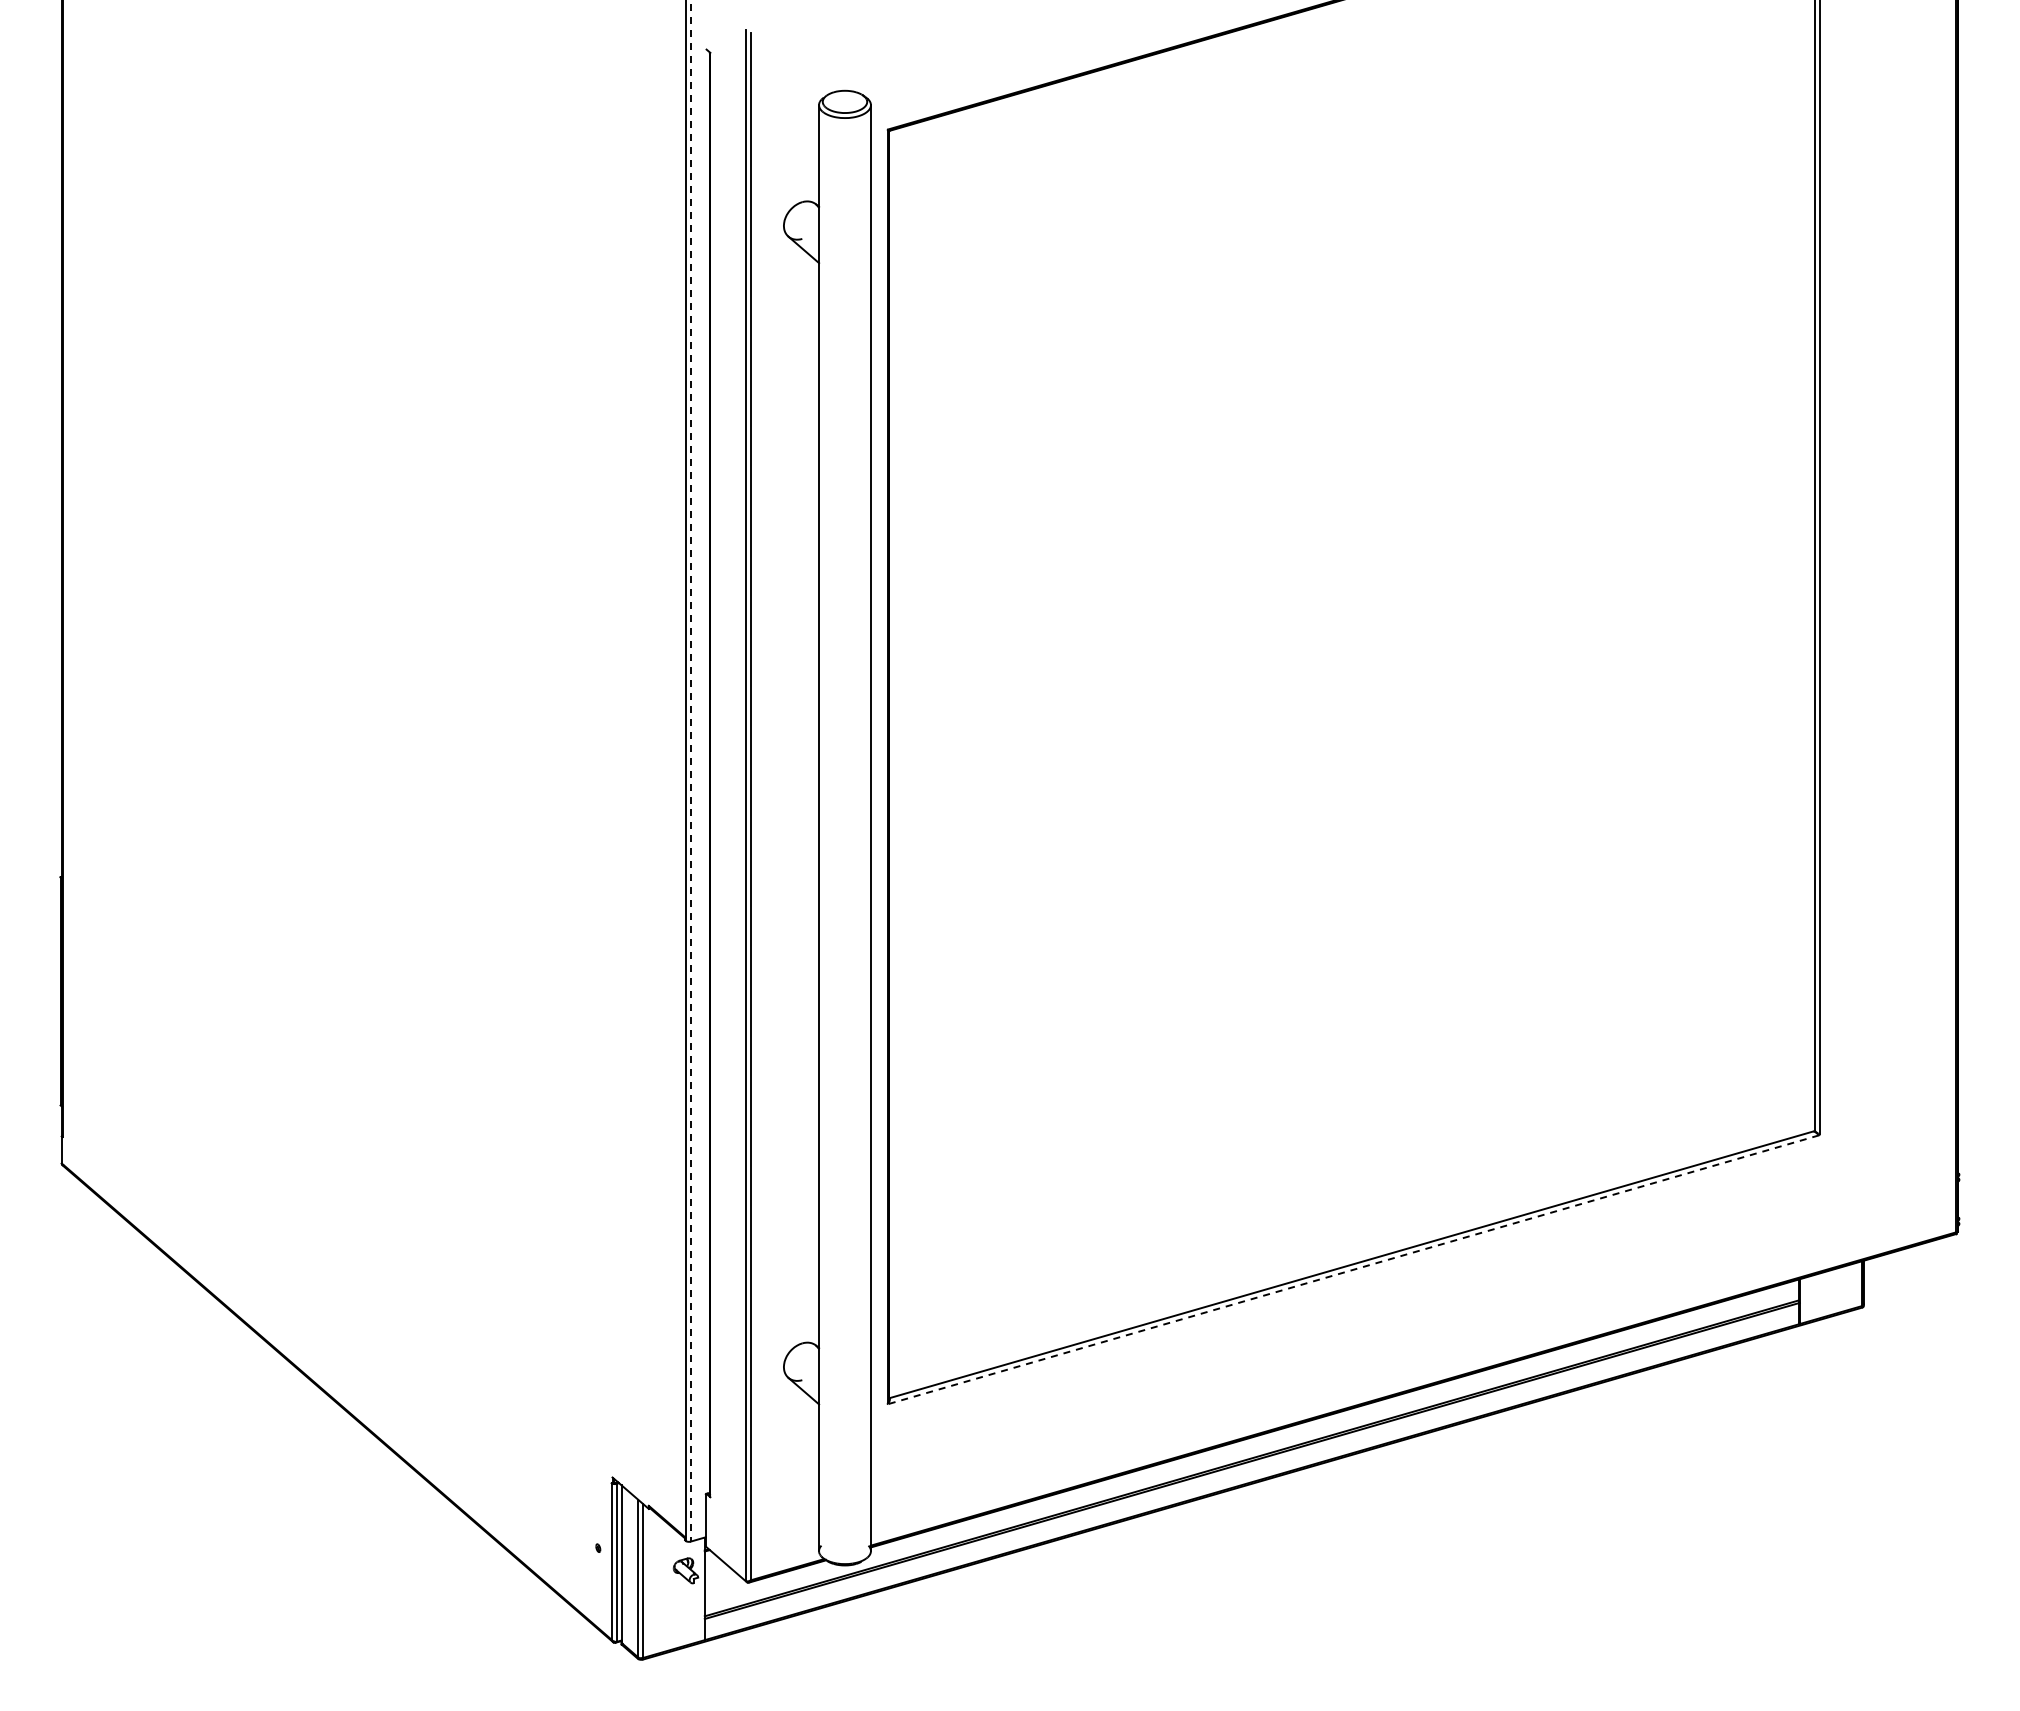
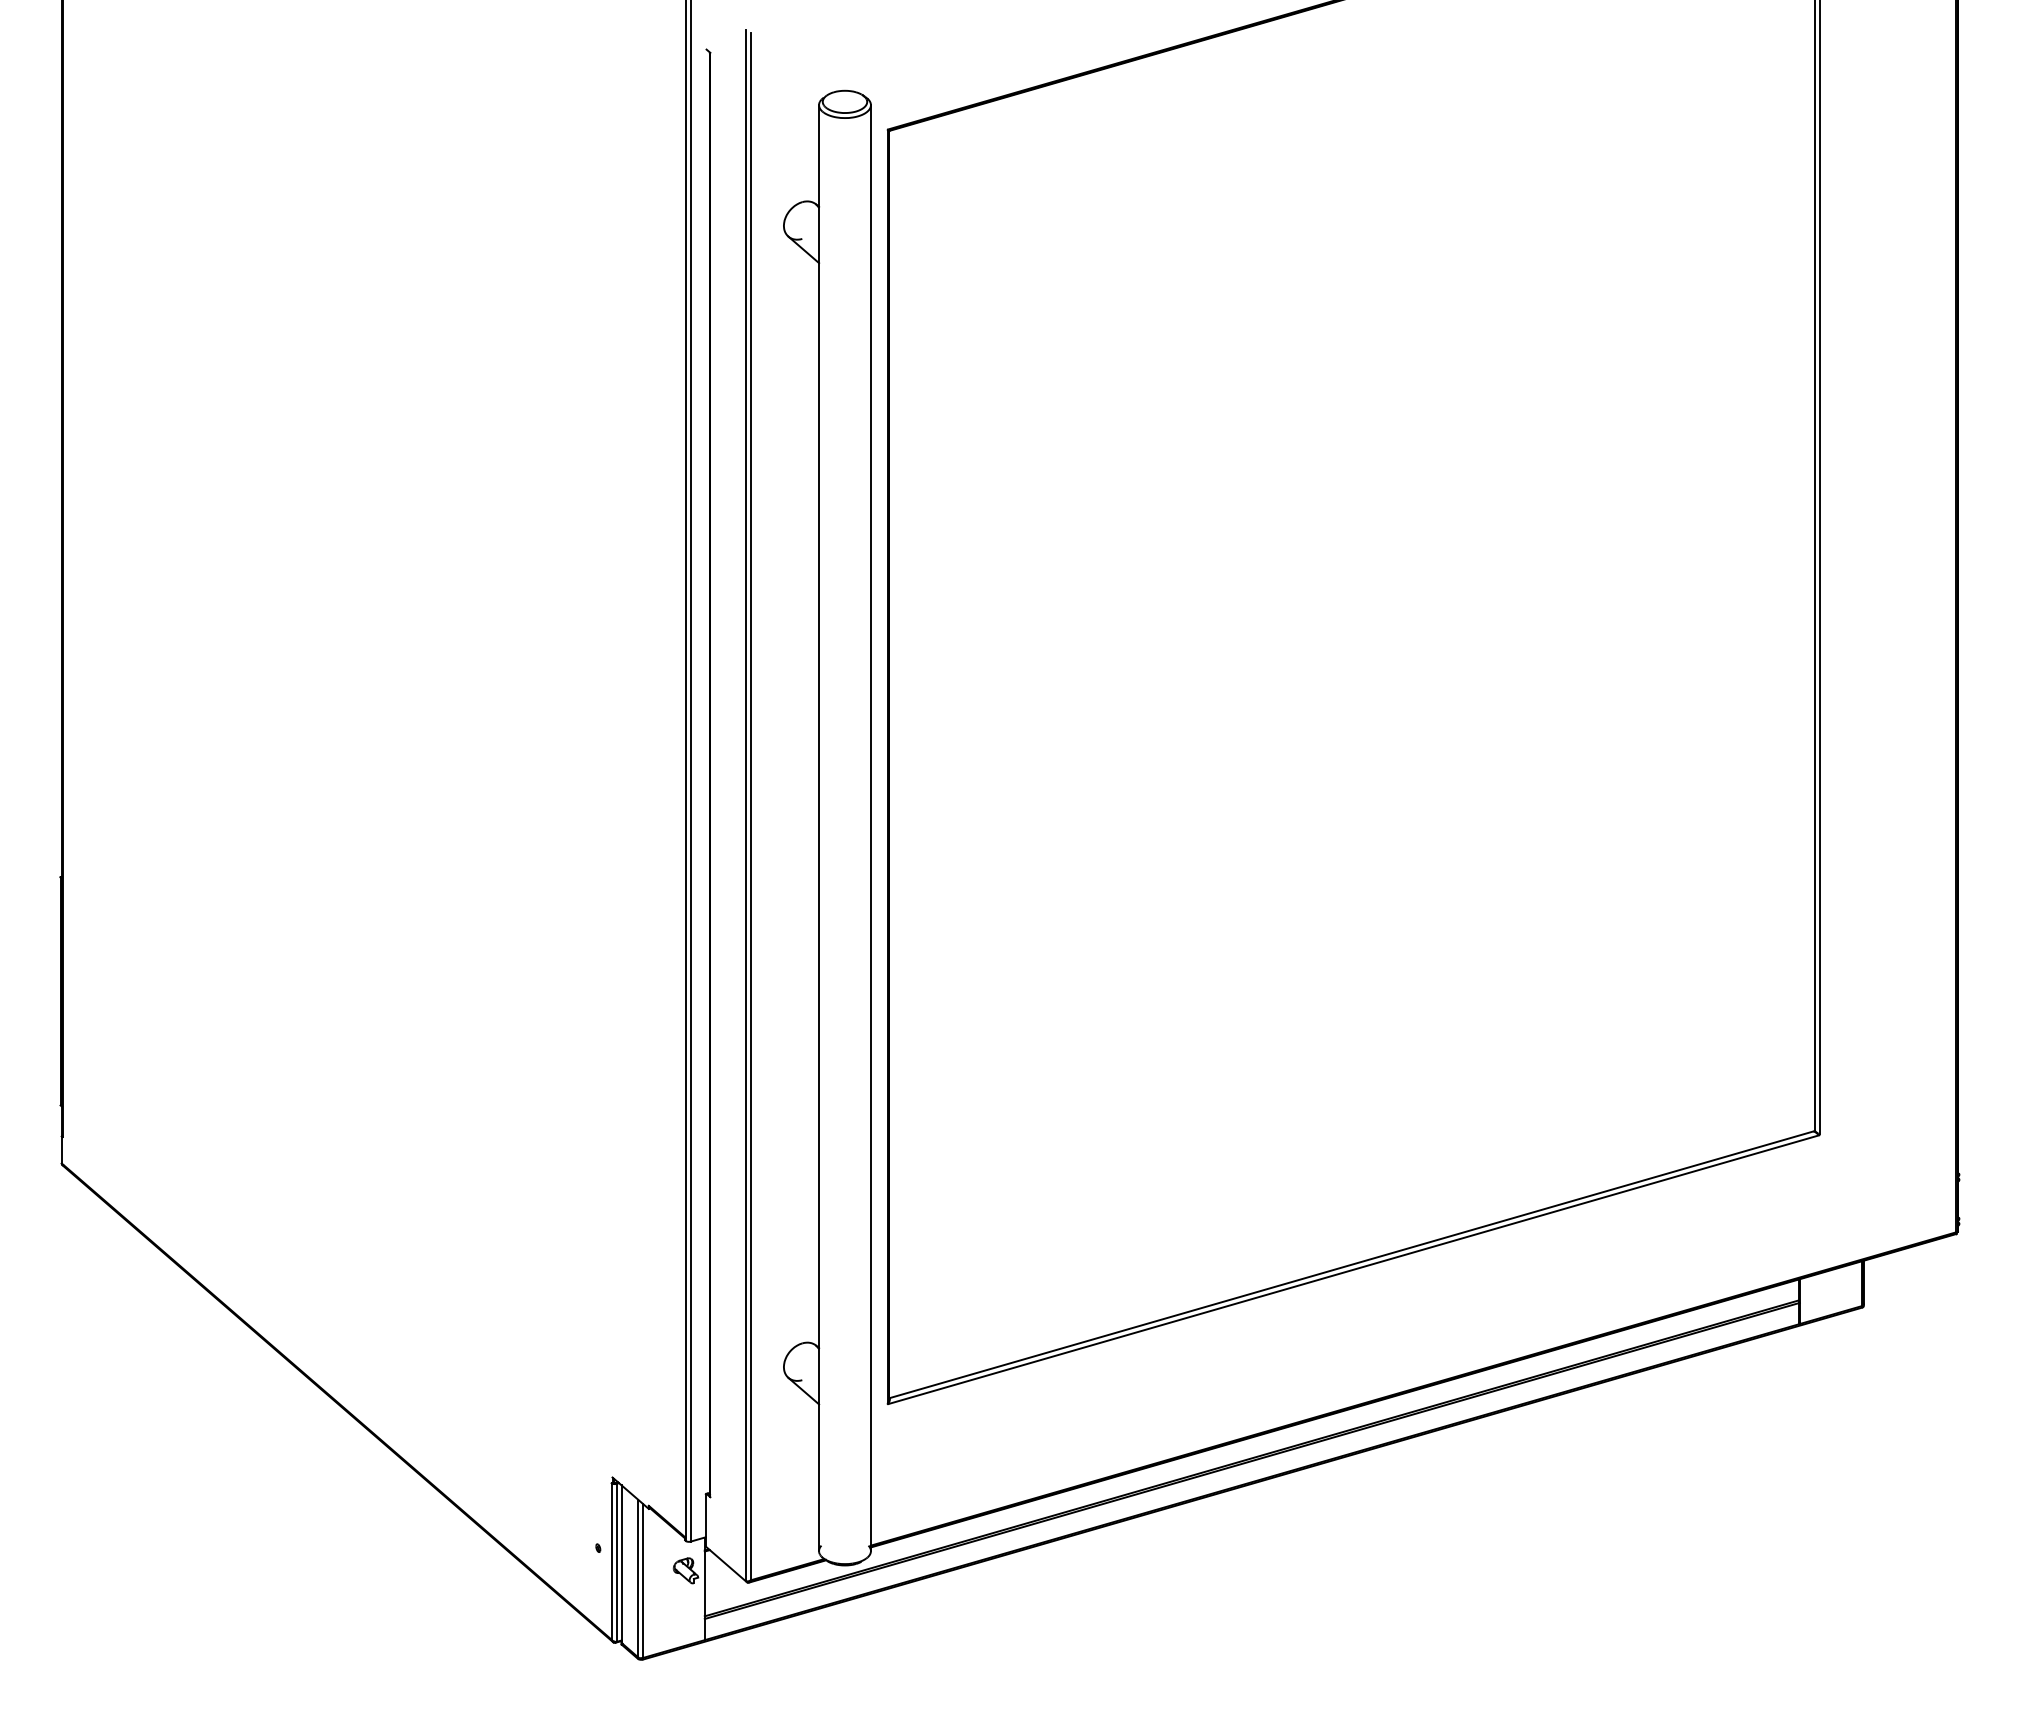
line at (690, 770): dashed -> solid
line at (1353, 1269): dashed -> solid
